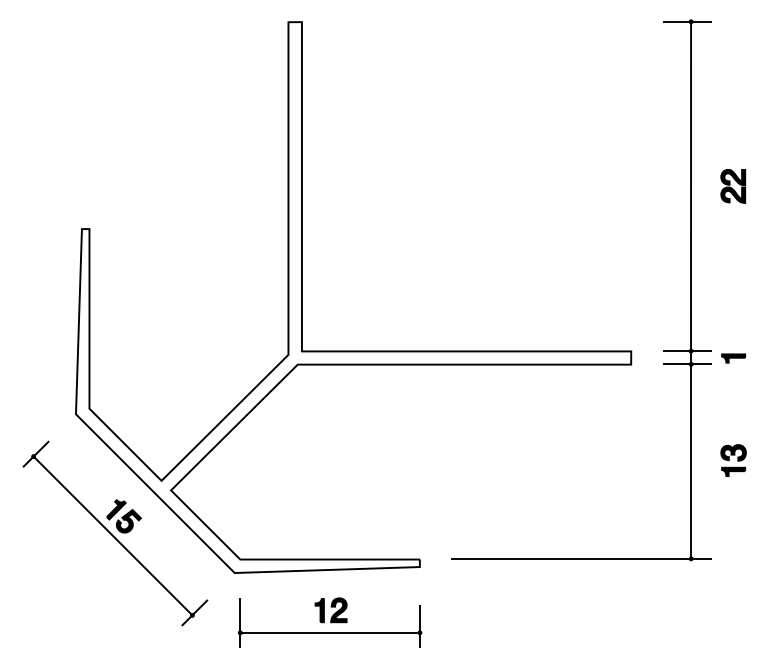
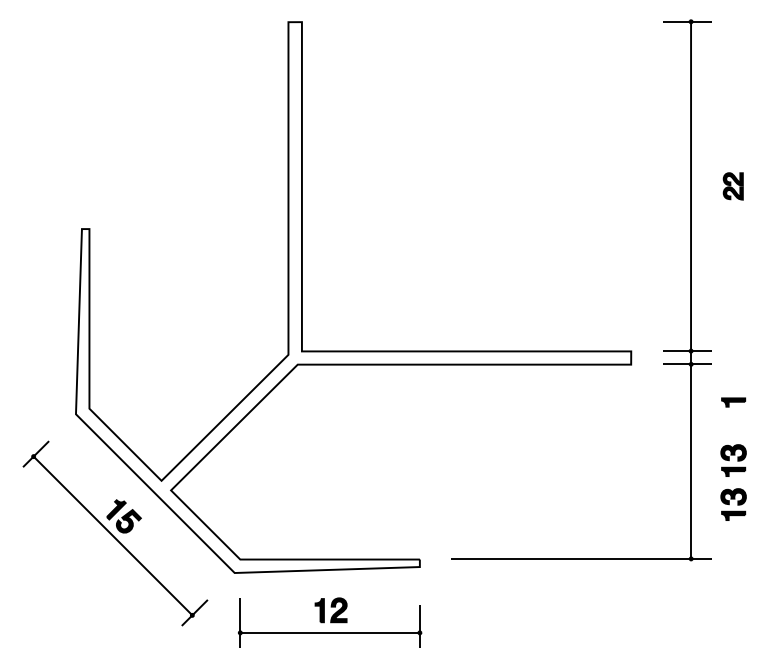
part at (733, 186) size: 27x35 px -> 22x29 px
part at (733, 358) position: (733, 358) -> (733, 402)
part at (733, 504): none -> present
